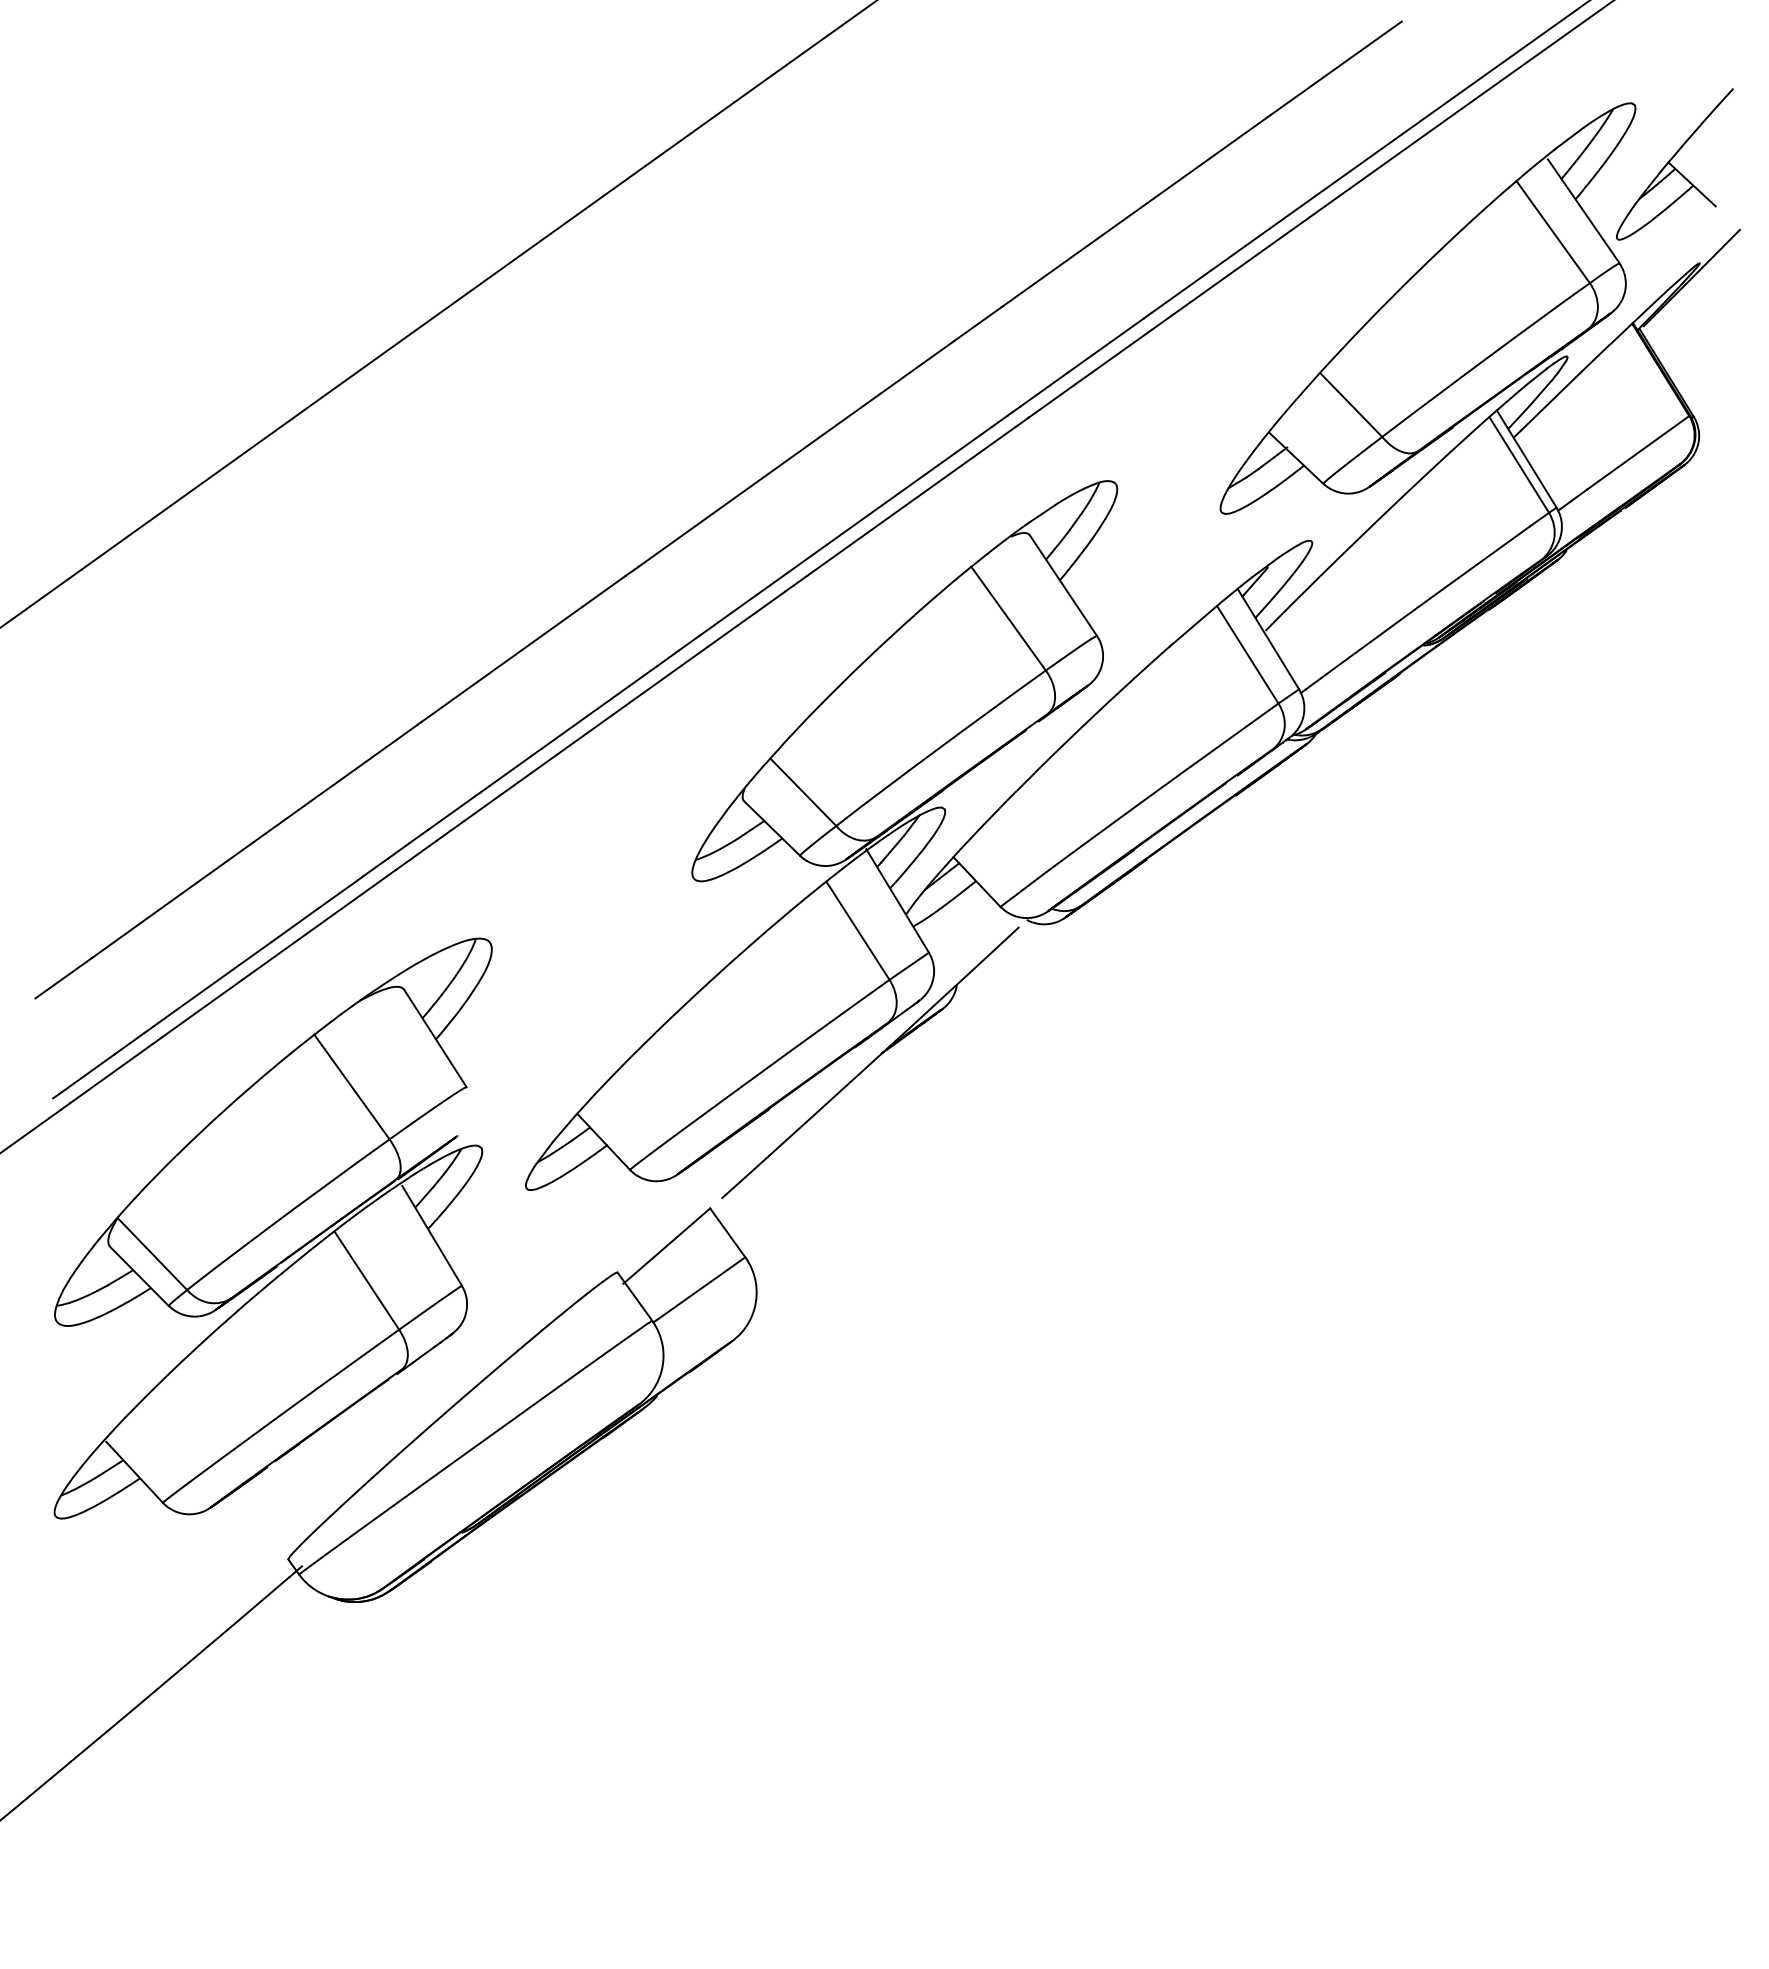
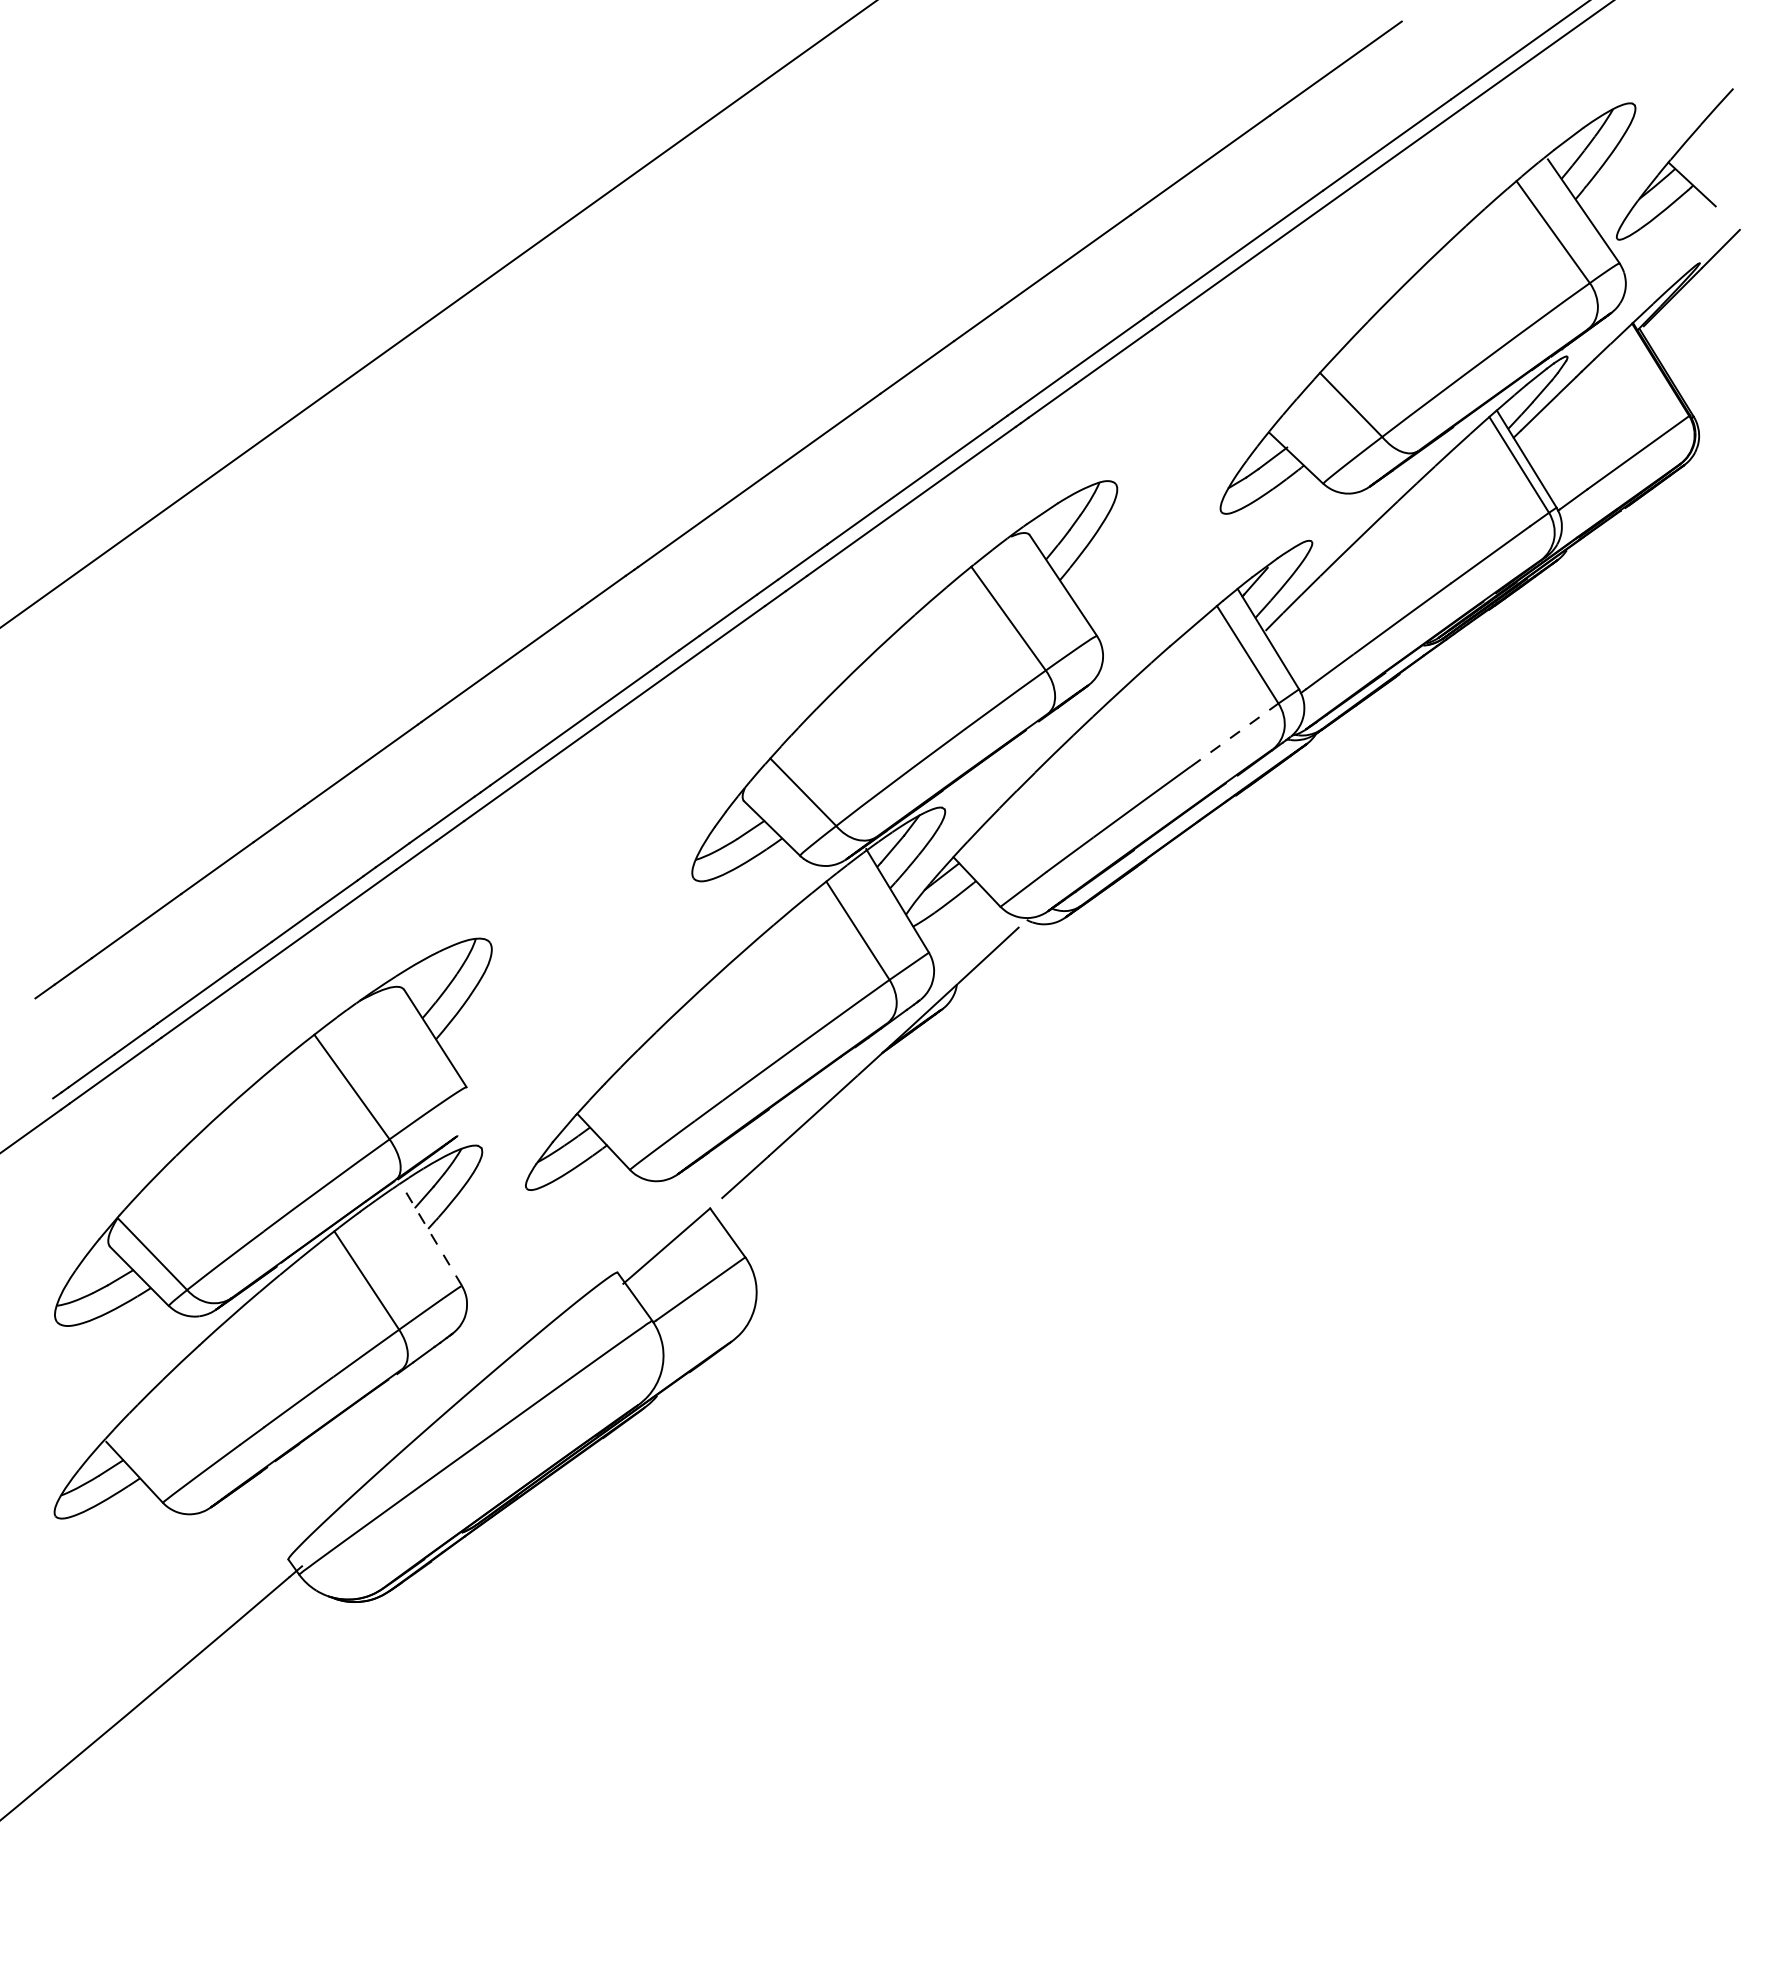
line at (1234, 735): solid -> dashed
line at (431, 1235): solid -> dashed
